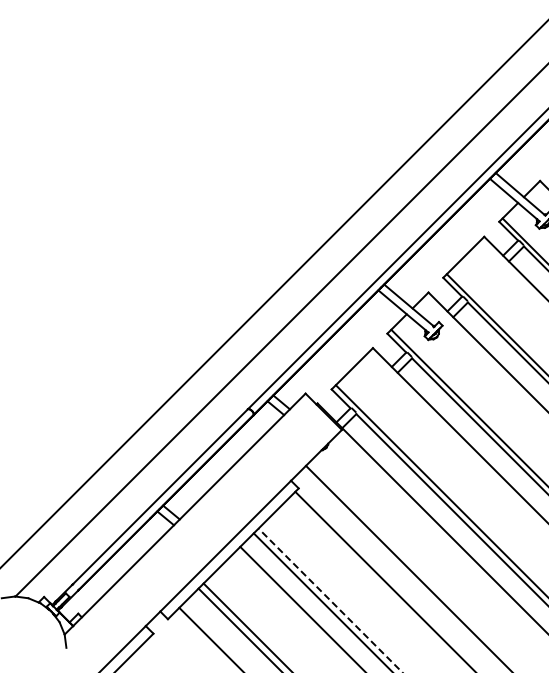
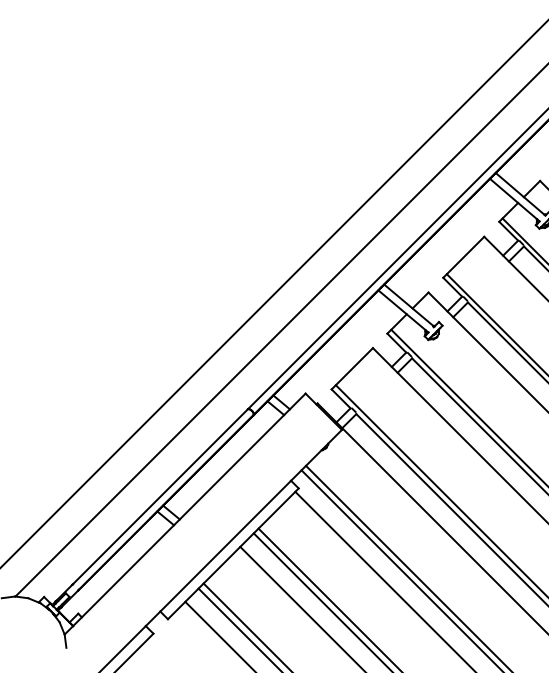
line at (400, 569): none -> present
line at (330, 600): dashed -> solid
line at (209, 638) position: (209, 638) -> (219, 635)
